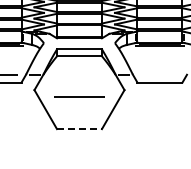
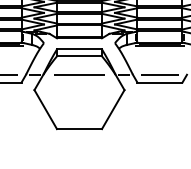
line at (159, 74): none -> present
line at (79, 96) position: (79, 96) -> (79, 74)
line at (80, 129): dashed -> solid
